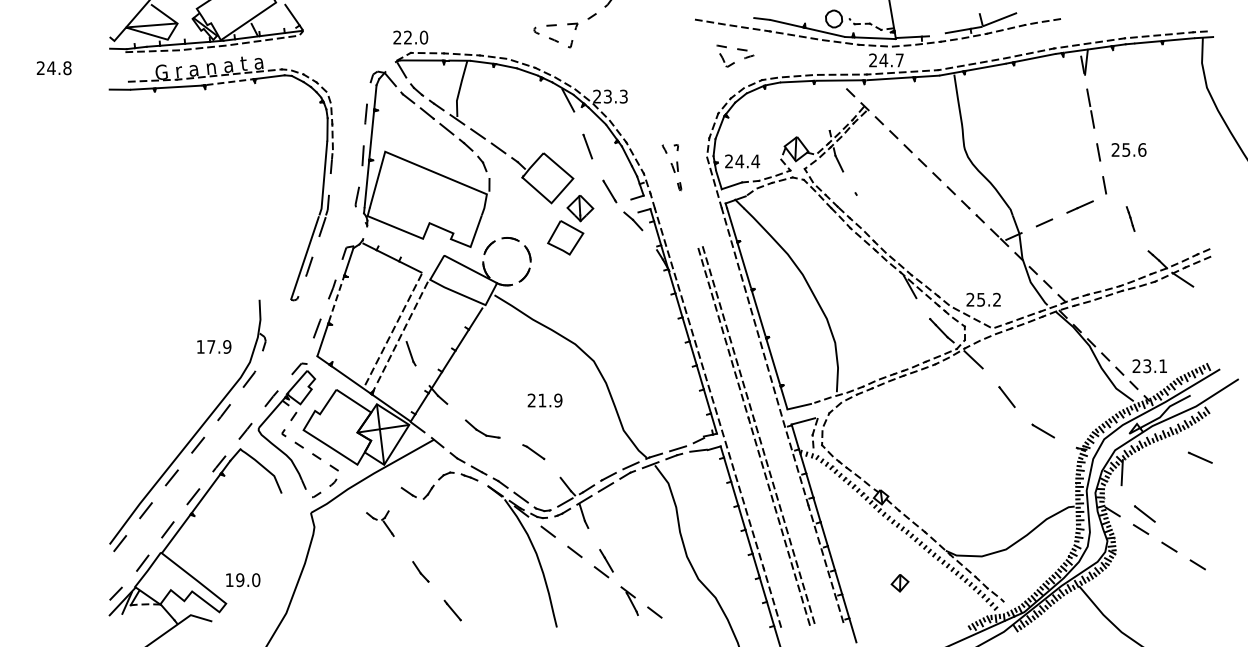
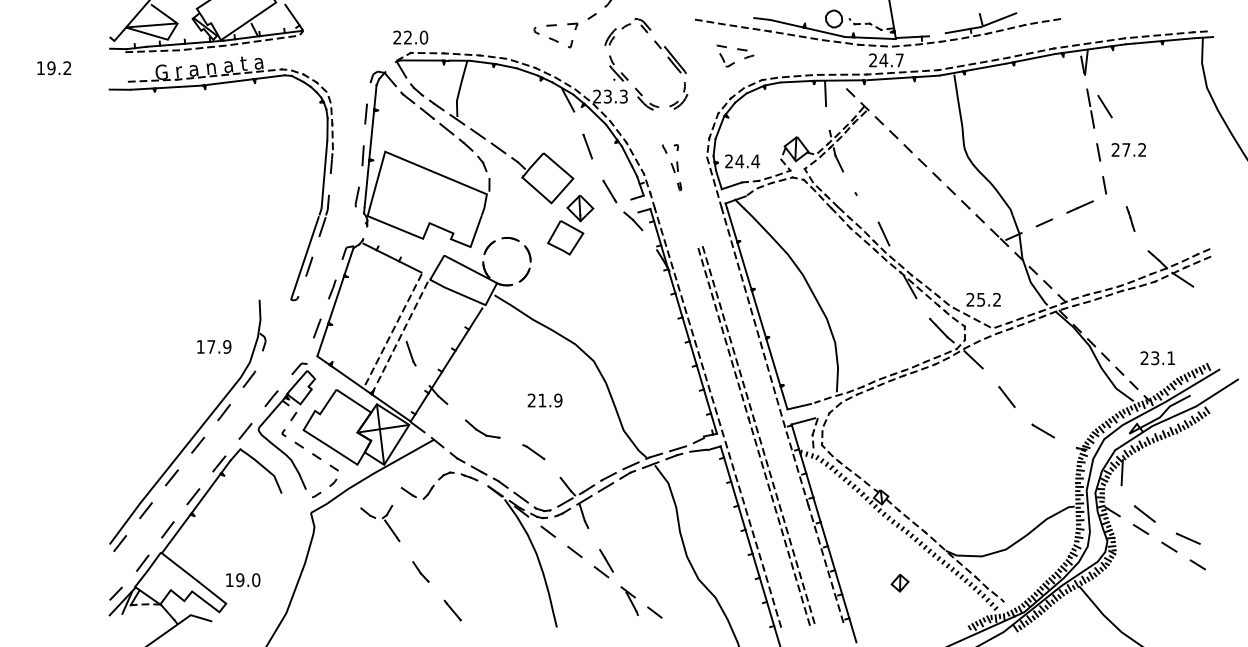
part at (660, 49): none -> present
text at (53, 68): 24.8 -> 19.2
line at (233, 81): dashed -> solid
line at (825, 93): none -> present
line at (1104, 106): none -> present
text at (1134, 149): 25.6 -> 27.2
line at (883, 233): none -> present
line at (337, 297): dashed -> solid
text at (1149, 366) position: (1149, 366) -> (1157, 358)
line at (1199, 457) position: (1199, 457) -> (1187, 538)
part at (380, 523) size: 29x27 px -> 41x38 px
